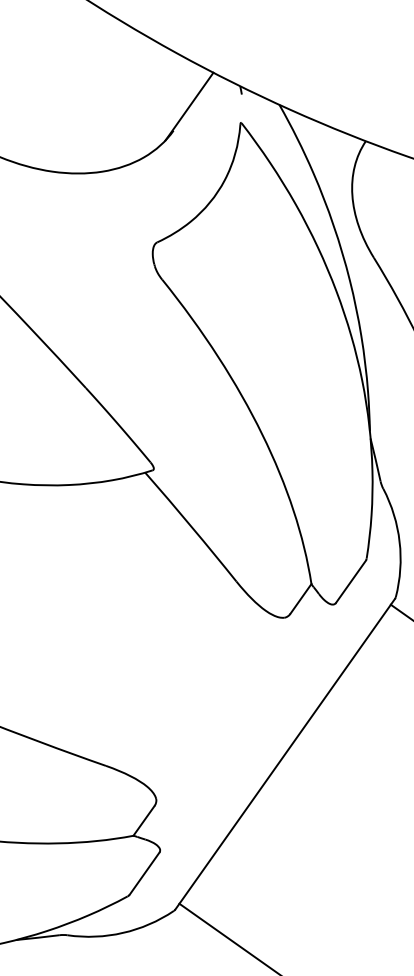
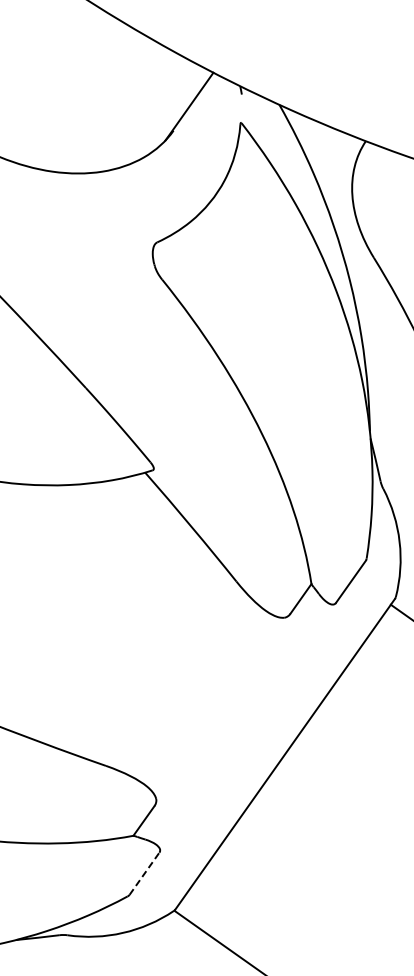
line at (144, 873): solid -> dashed
line at (227, 937) position: (227, 937) -> (217, 941)
